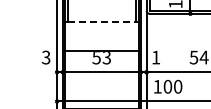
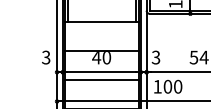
line at (101, 21): dashed -> solid
text at (155, 57): 1 -> 3
text at (101, 58): 53 -> 40
line at (101, 80): none -> present
